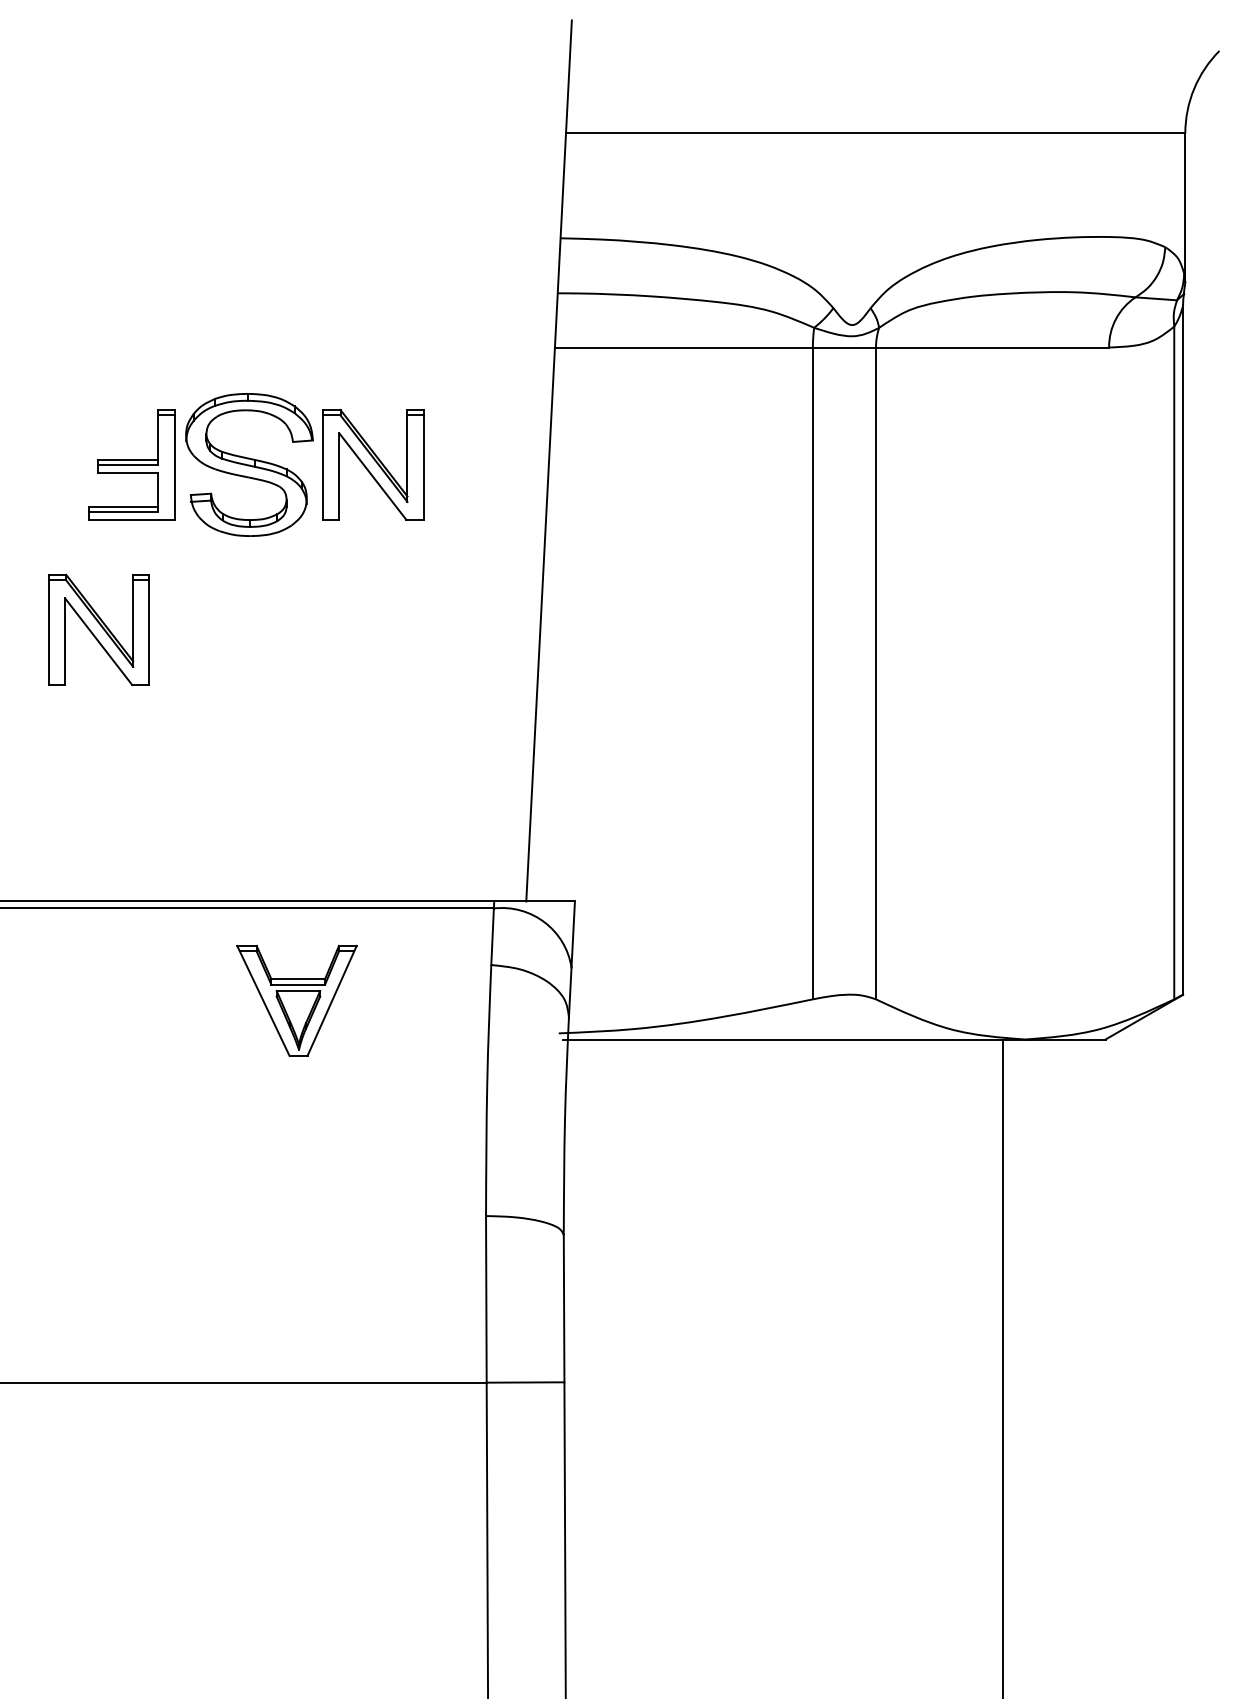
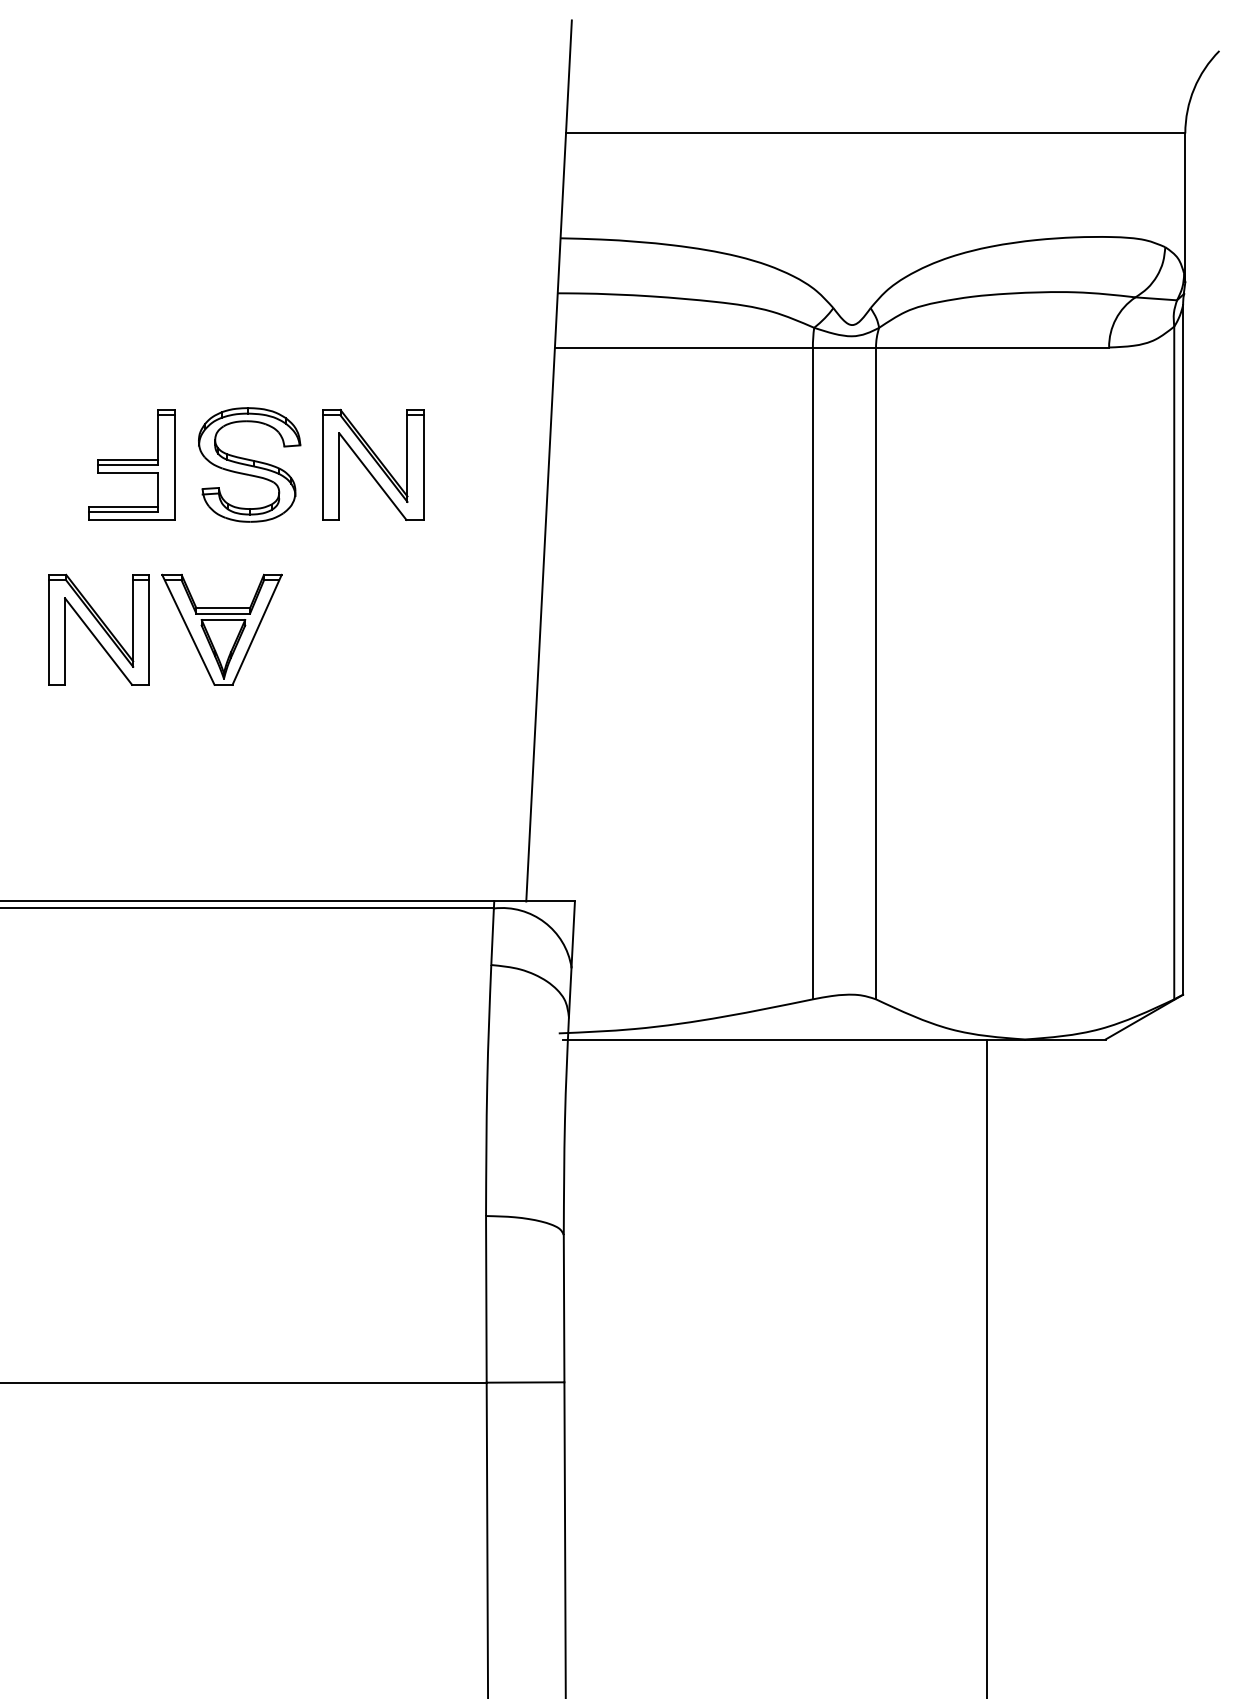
part at (249, 464) size: 129x144 px -> 104x116 px
part at (296, 1000) position: (296, 1000) -> (221, 629)
line at (1003, 1367) position: (1003, 1367) -> (987, 1367)
